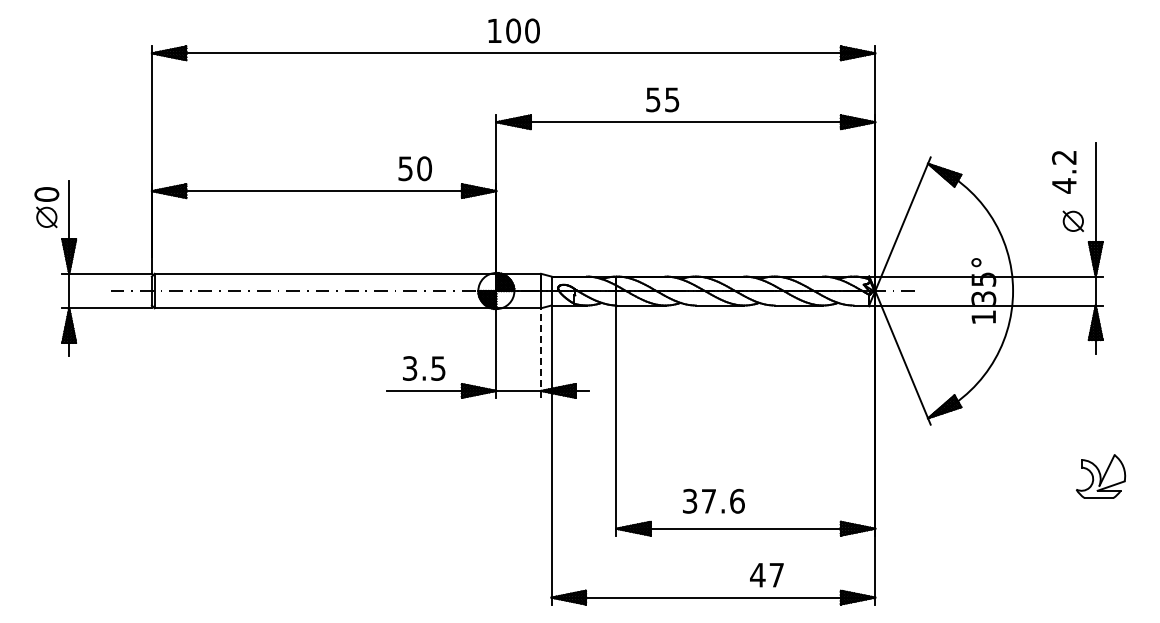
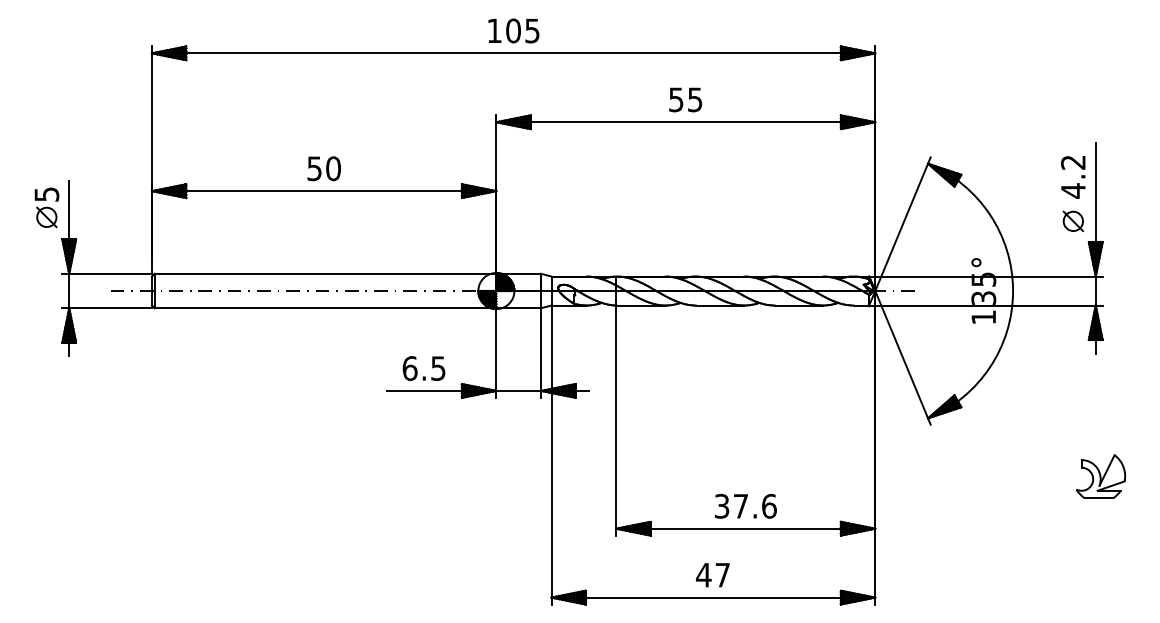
text at (532, 30): 100 -> 105
text at (662, 99) position: (662, 99) -> (685, 99)
text at (414, 168) position: (414, 168) -> (323, 168)
text at (1064, 172) position: (1064, 172) -> (1073, 177)
text at (46, 194): 0 -> 5
line at (541, 353): dashed -> solid
text at (409, 368): 3.5 -> 6.5
text at (713, 500) position: (713, 500) -> (745, 505)
text at (766, 575) position: (766, 575) -> (712, 575)
